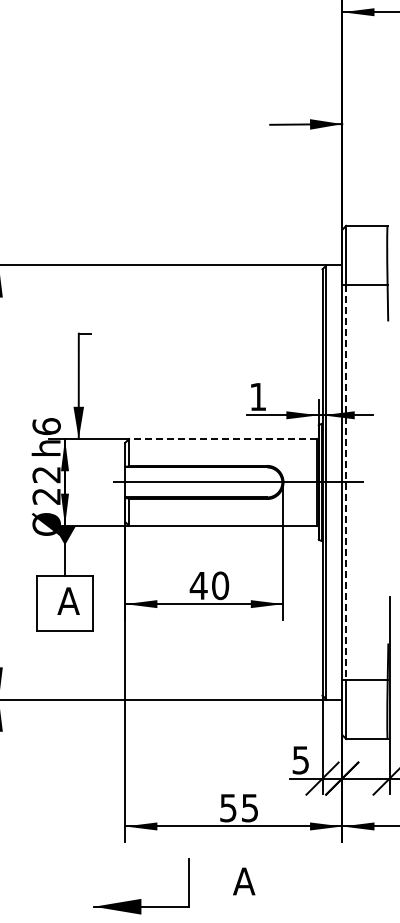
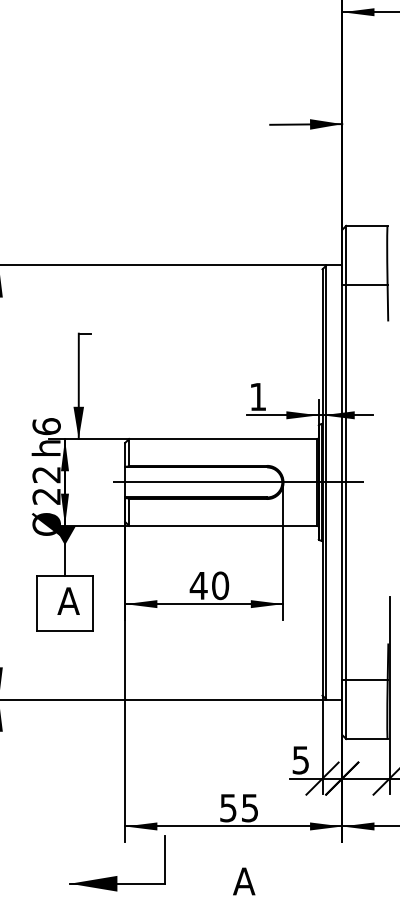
line at (222, 439): dashed -> solid
line at (346, 482): dashed -> solid
part at (141, 899) position: (141, 899) -> (117, 876)
